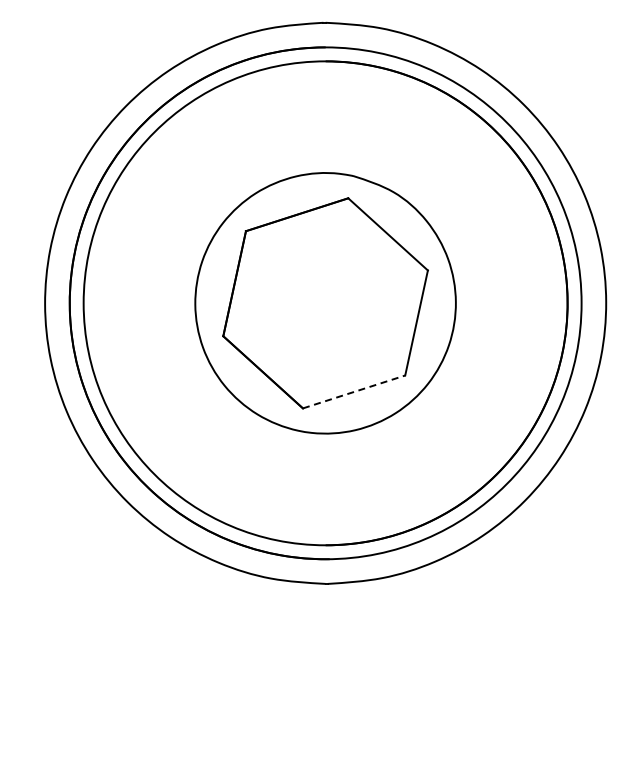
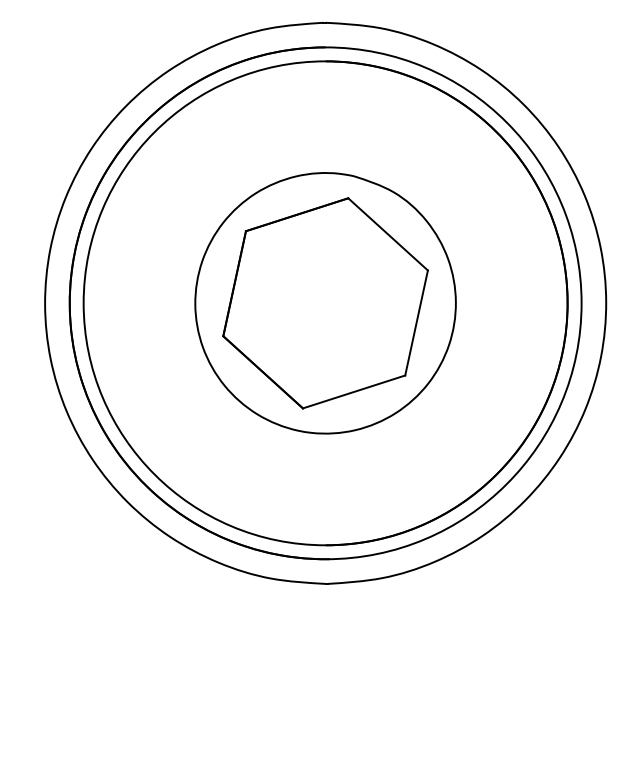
line at (354, 391): dashed -> solid
